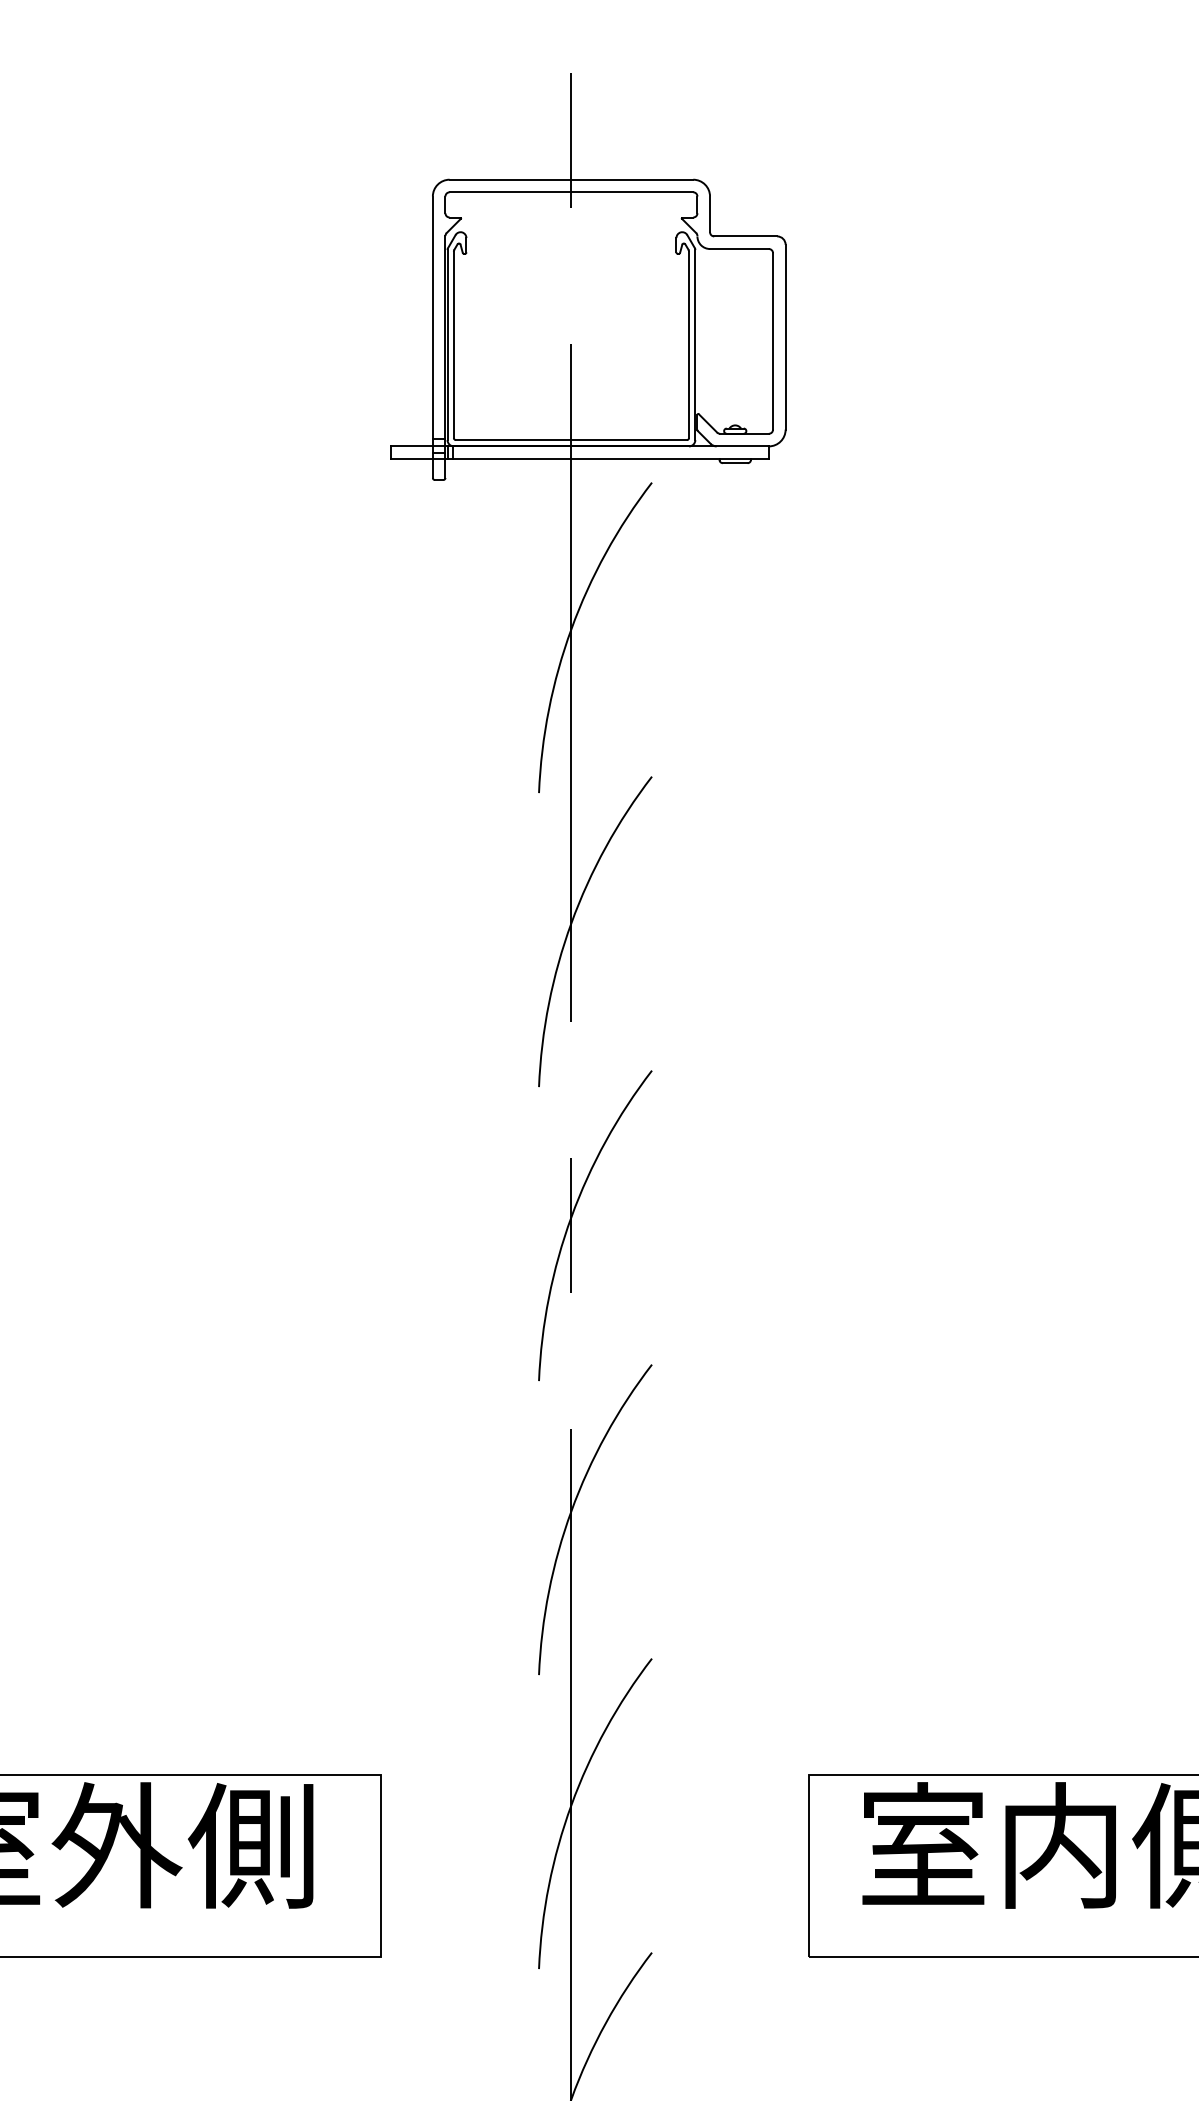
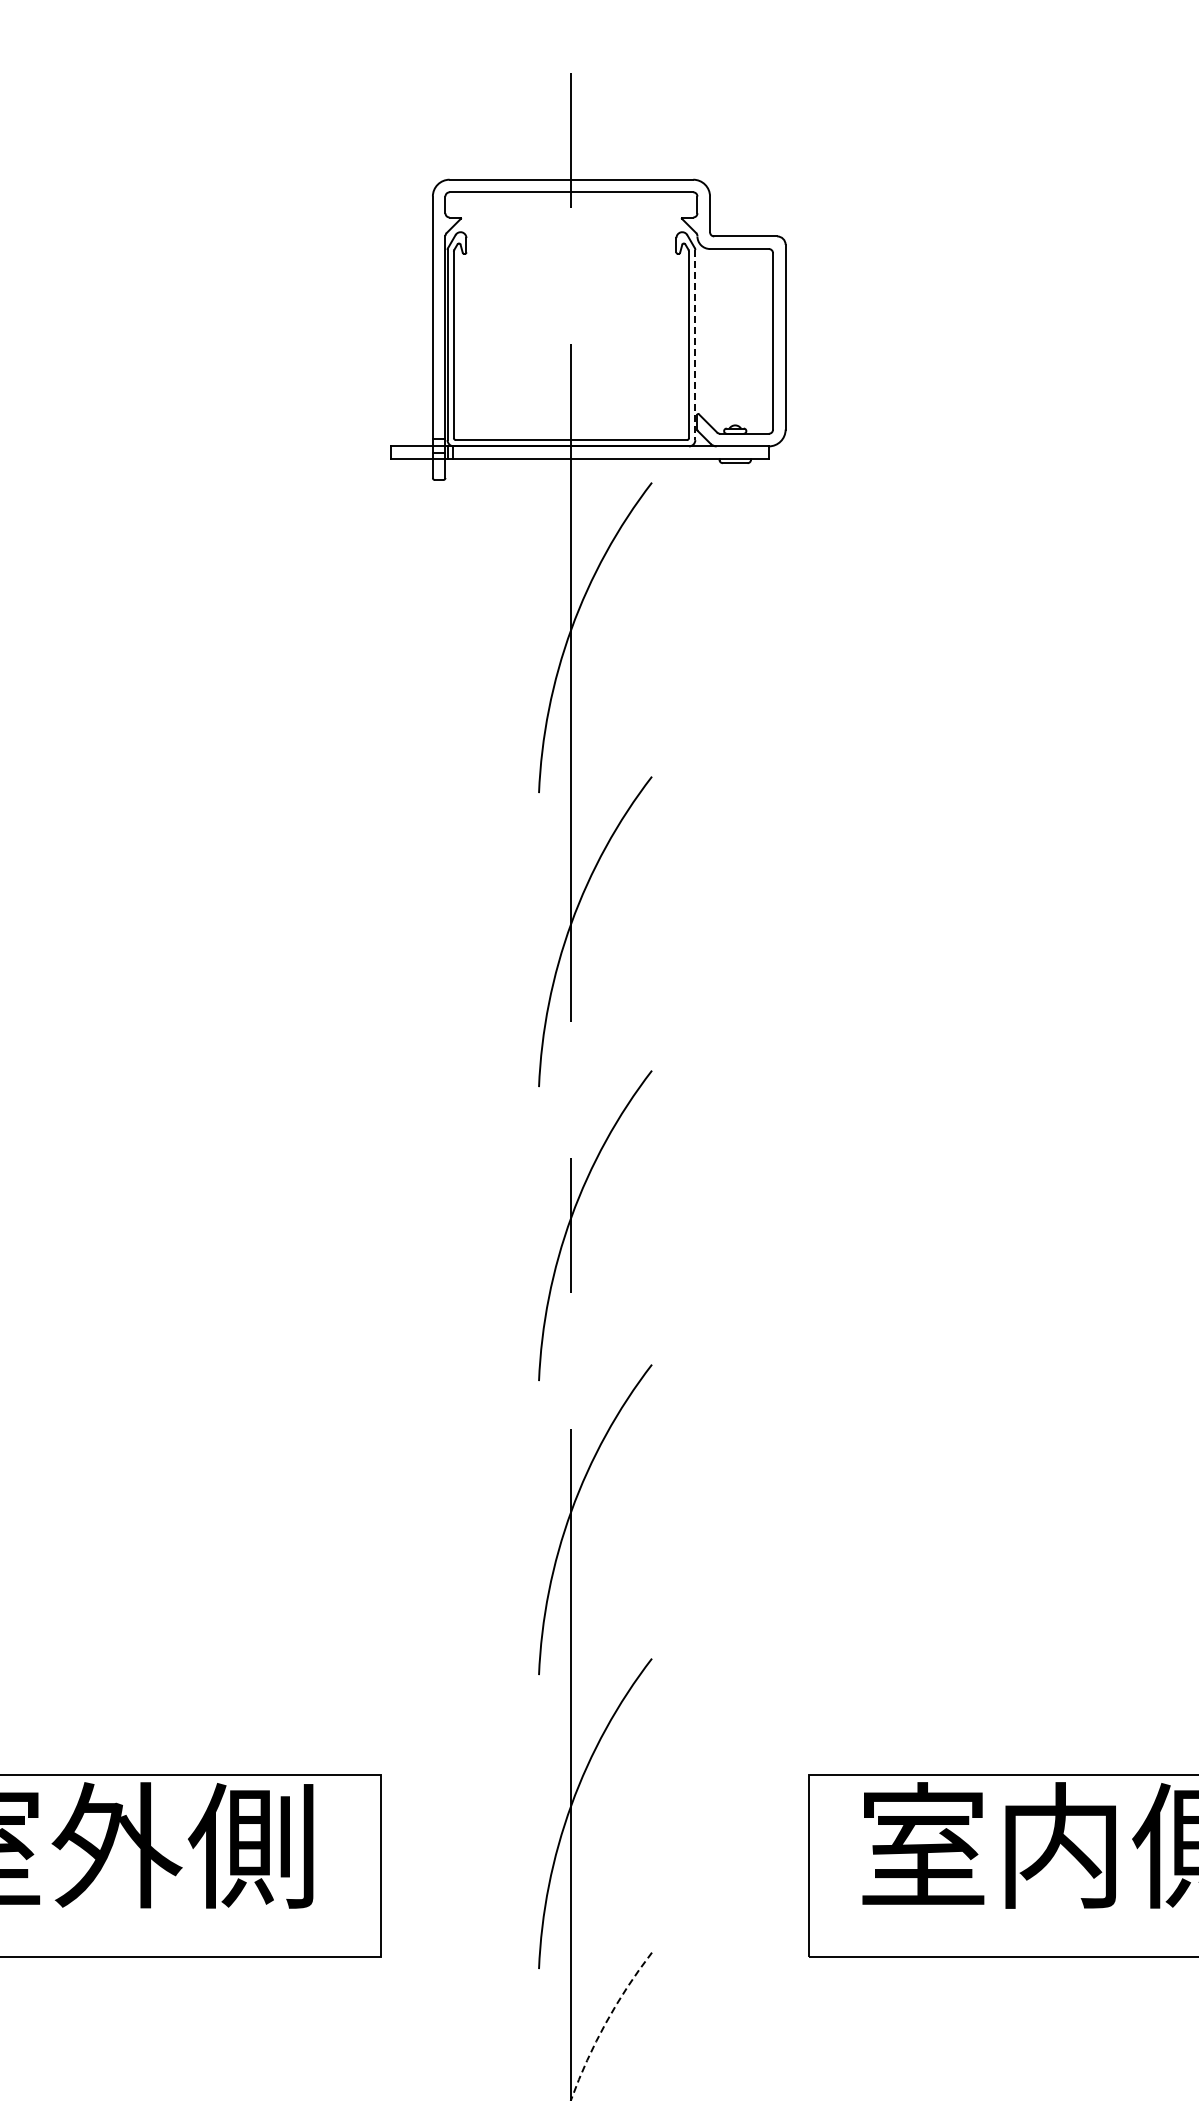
line at (695, 345): solid -> dashed
arc at (605, 2022): solid -> dashed
